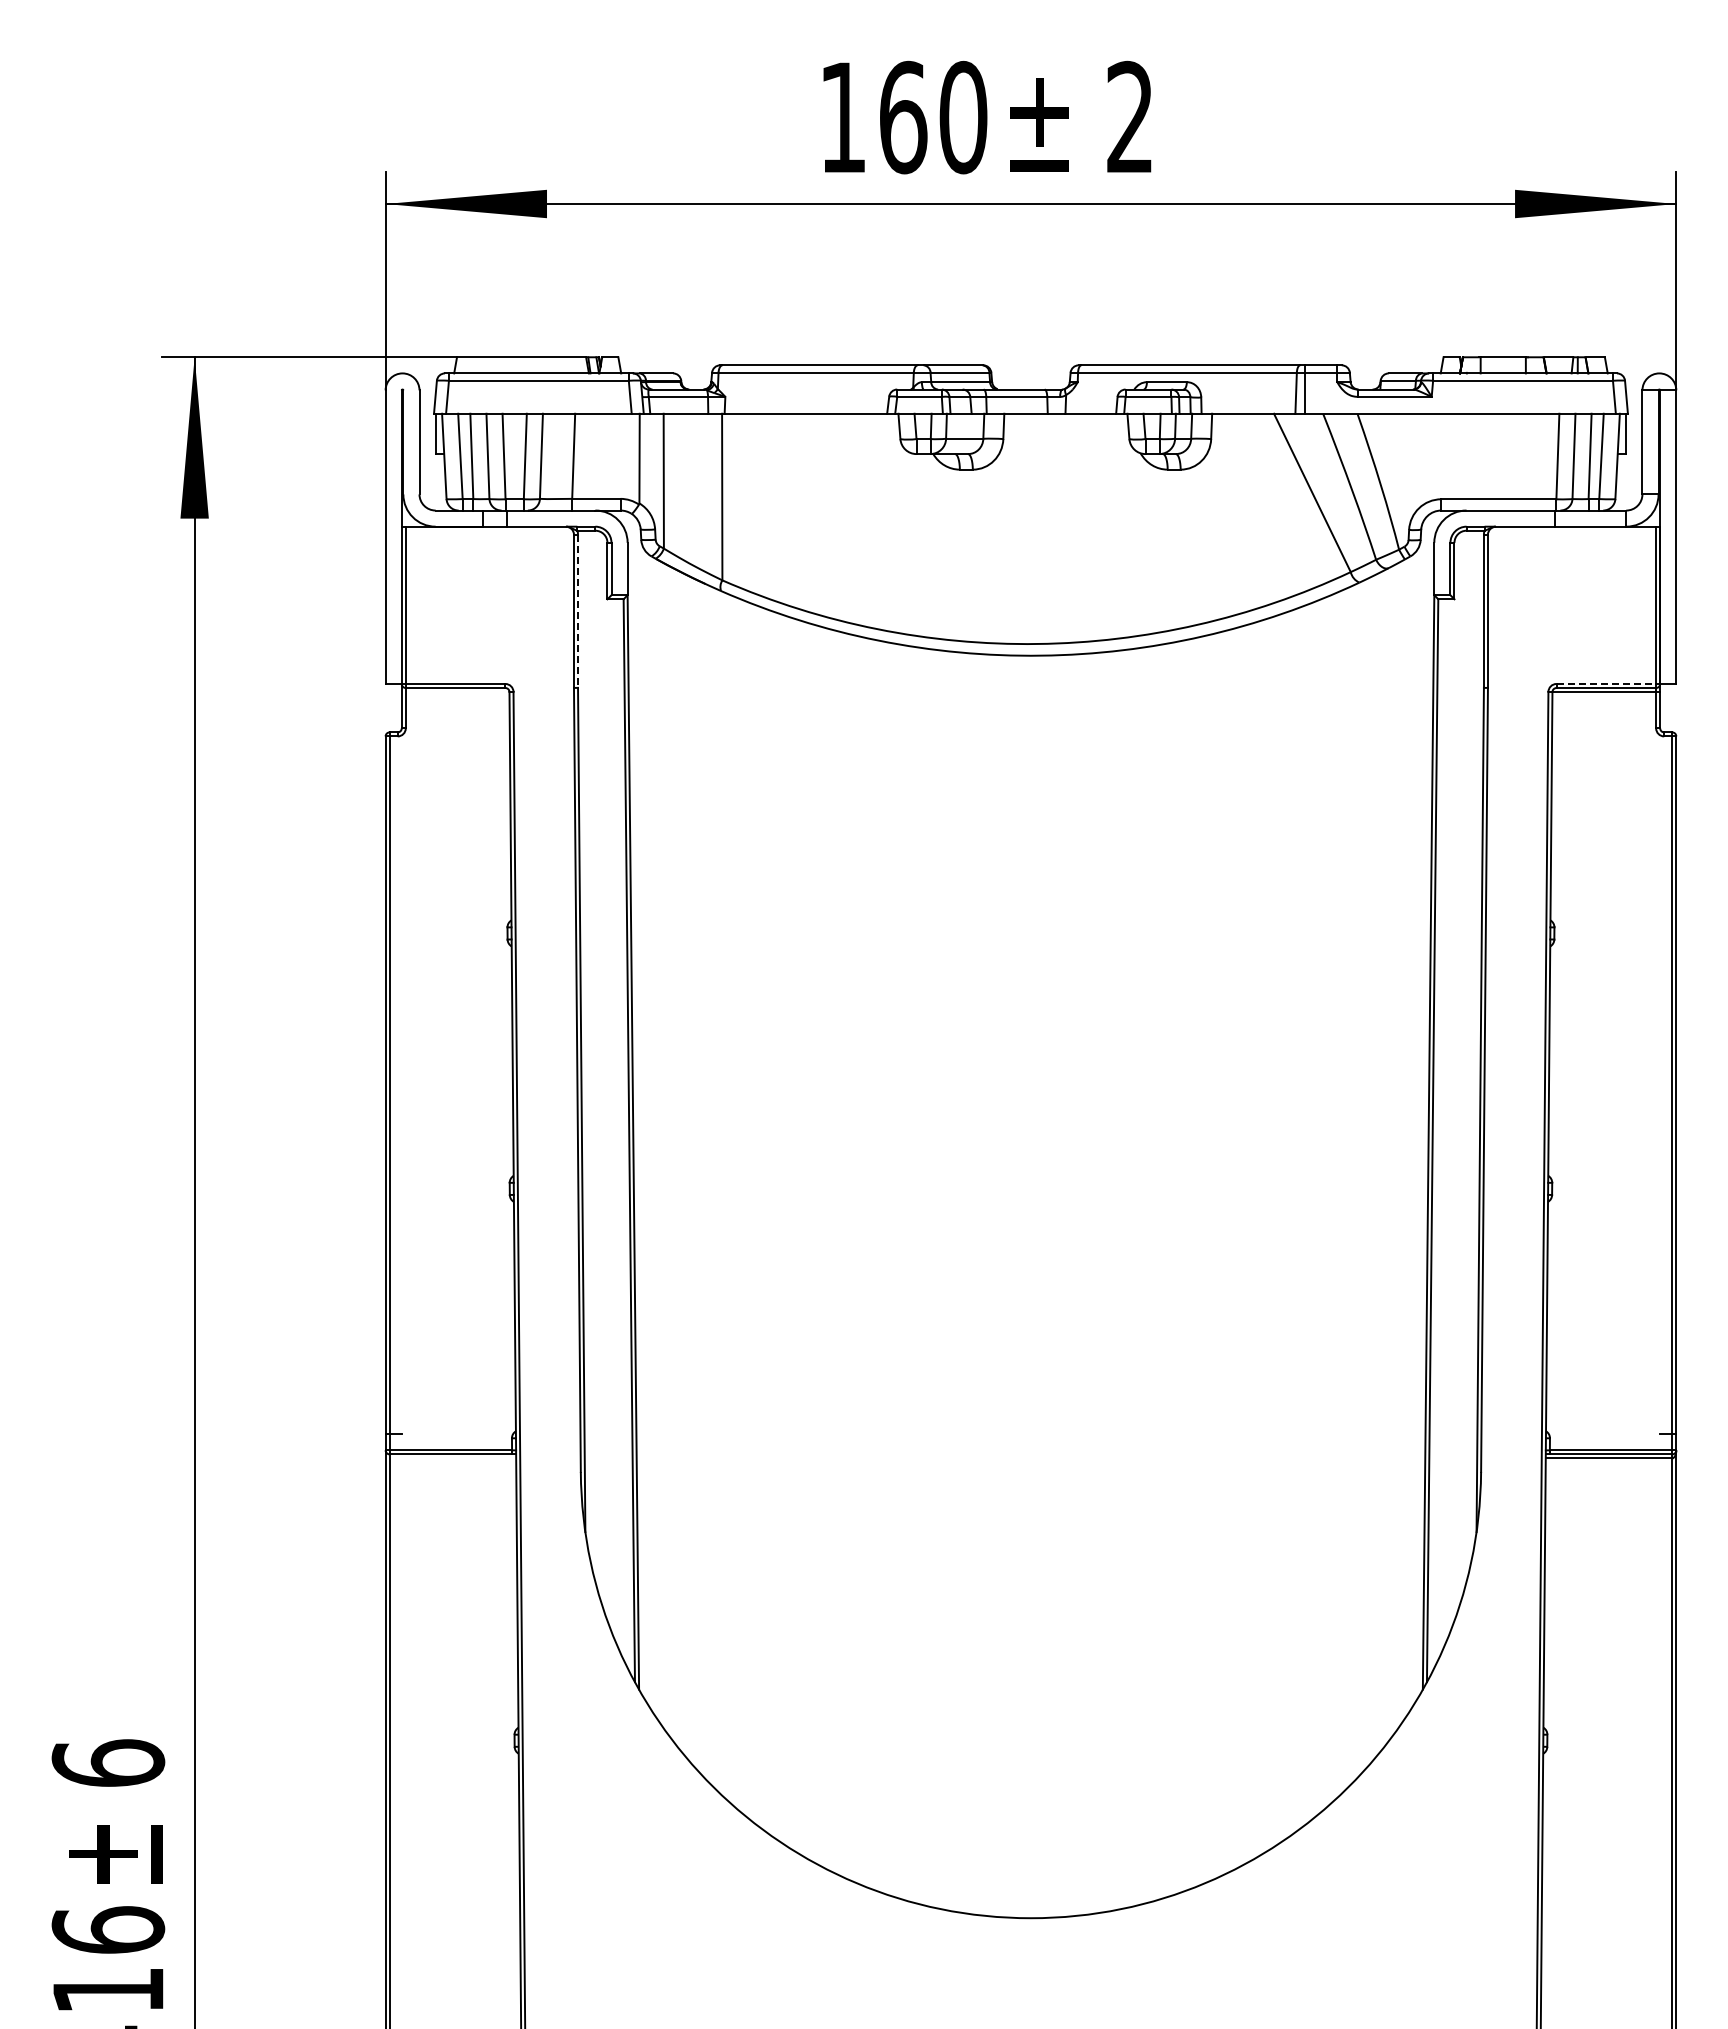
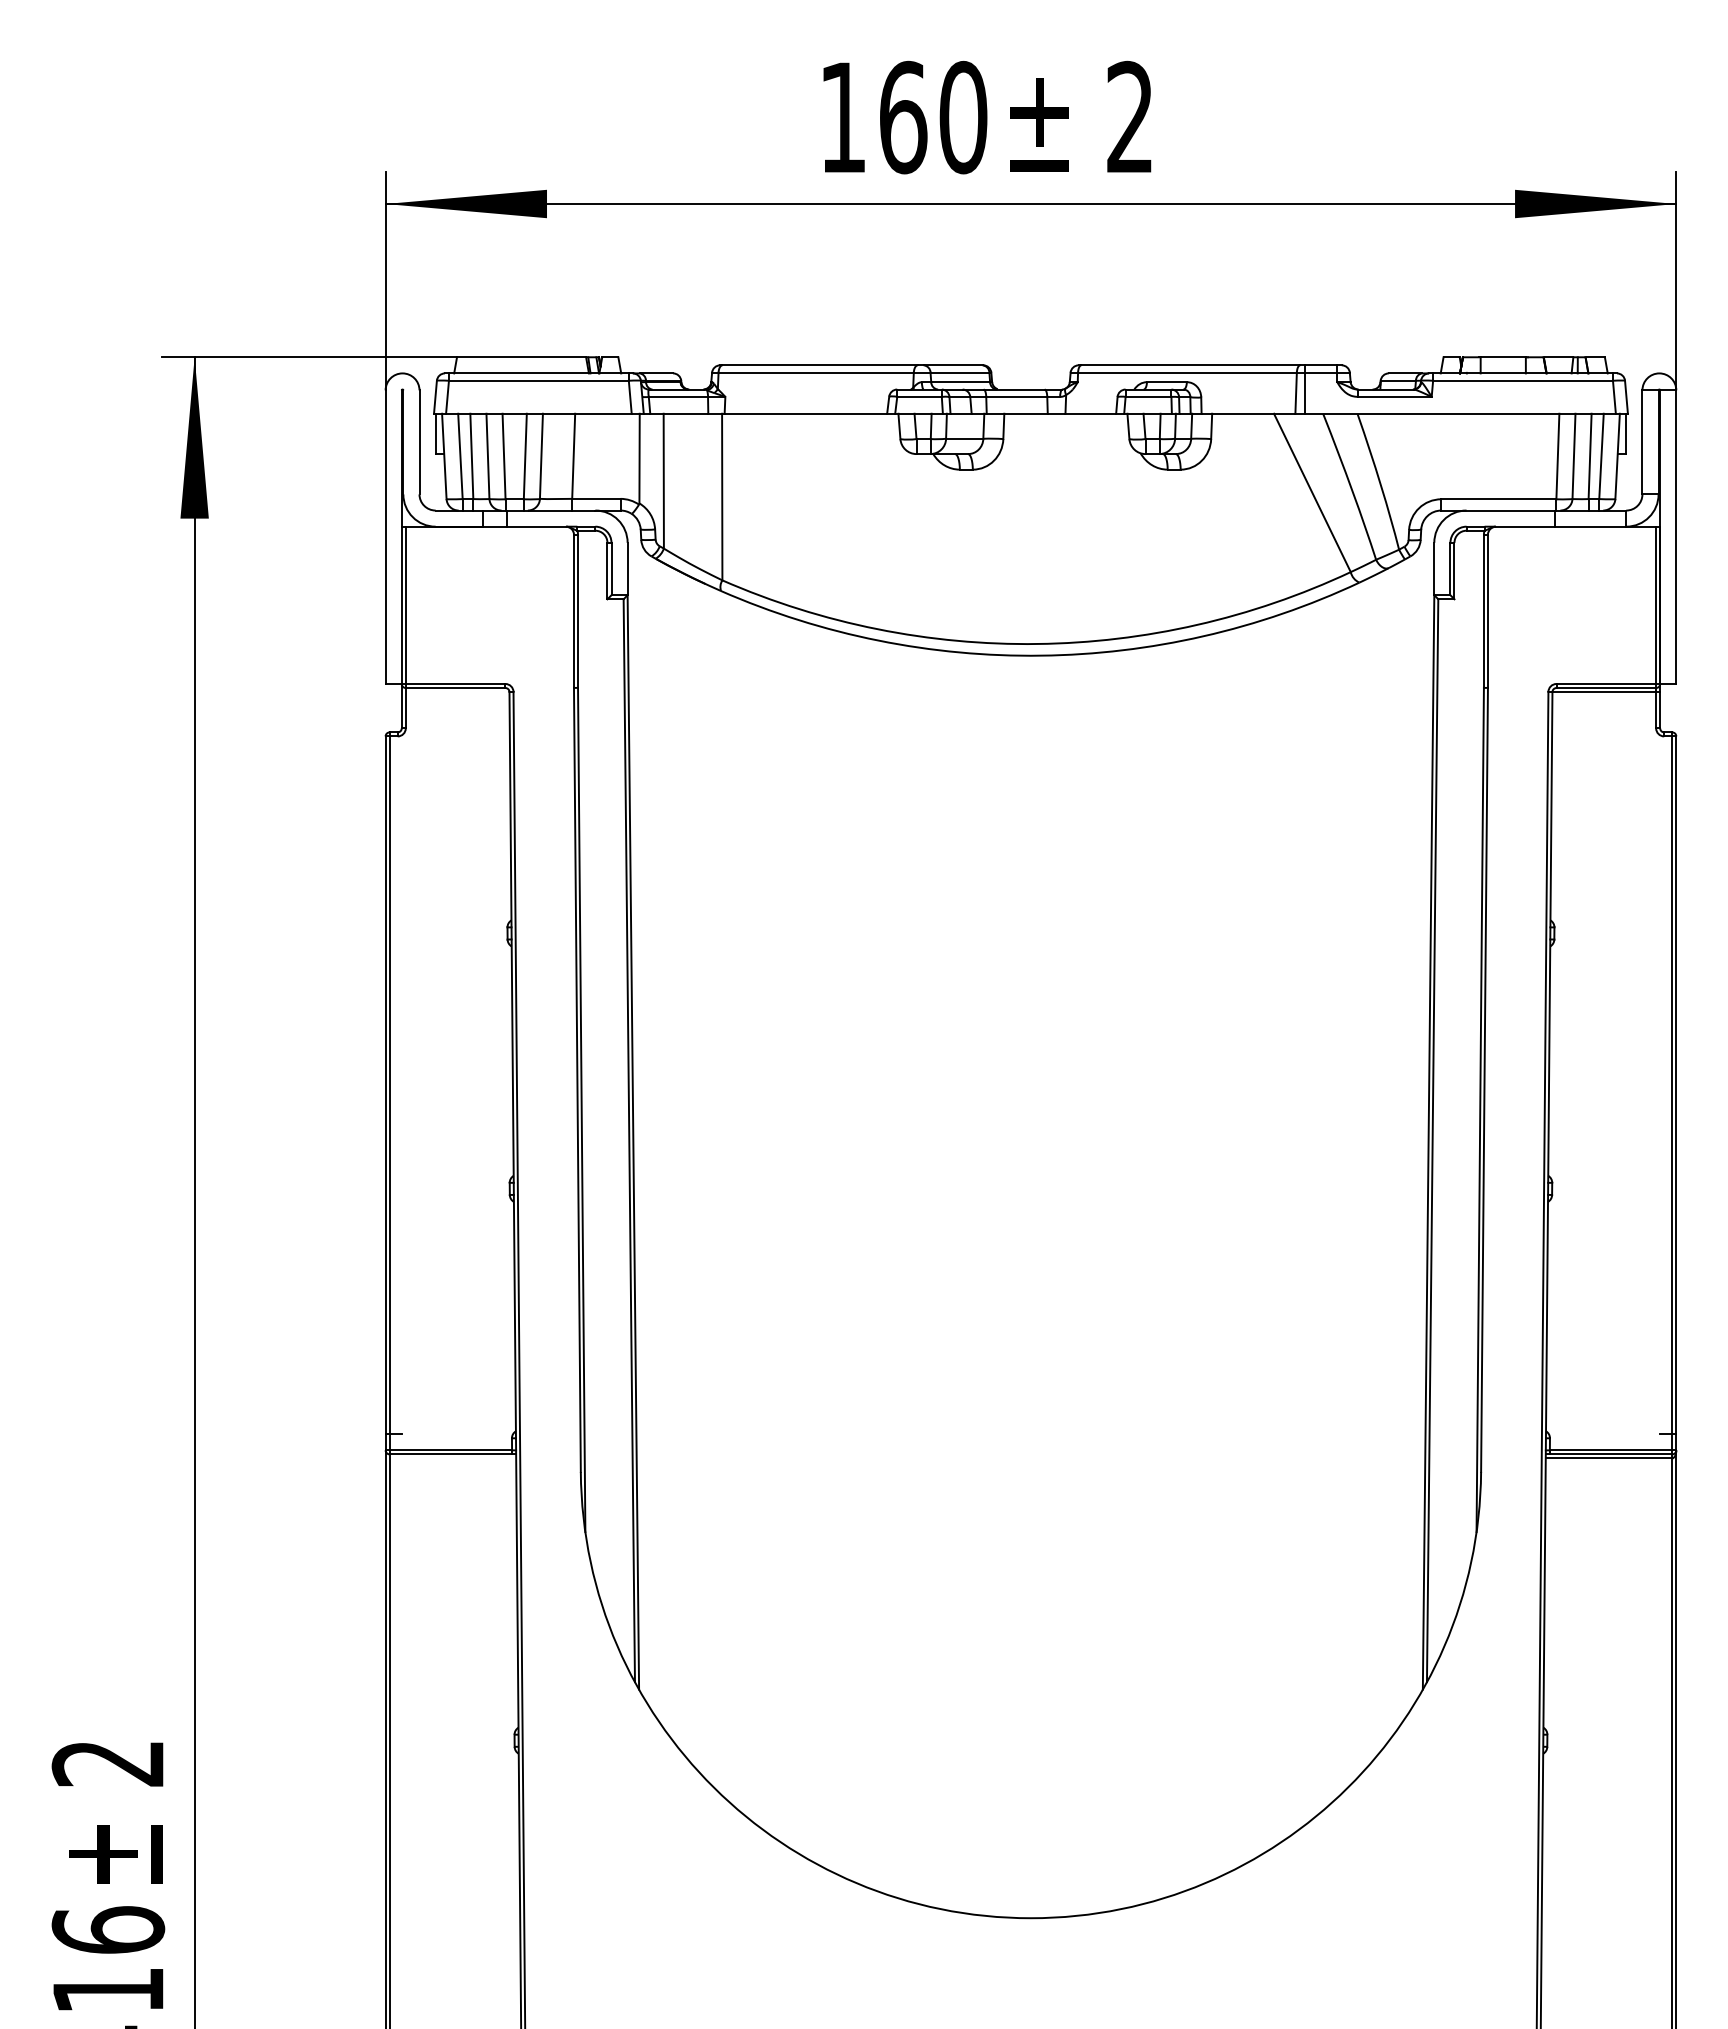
line at (578, 611): dashed -> solid
line at (1606, 683): dashed -> solid
text at (108, 1762): 6 -> 2
